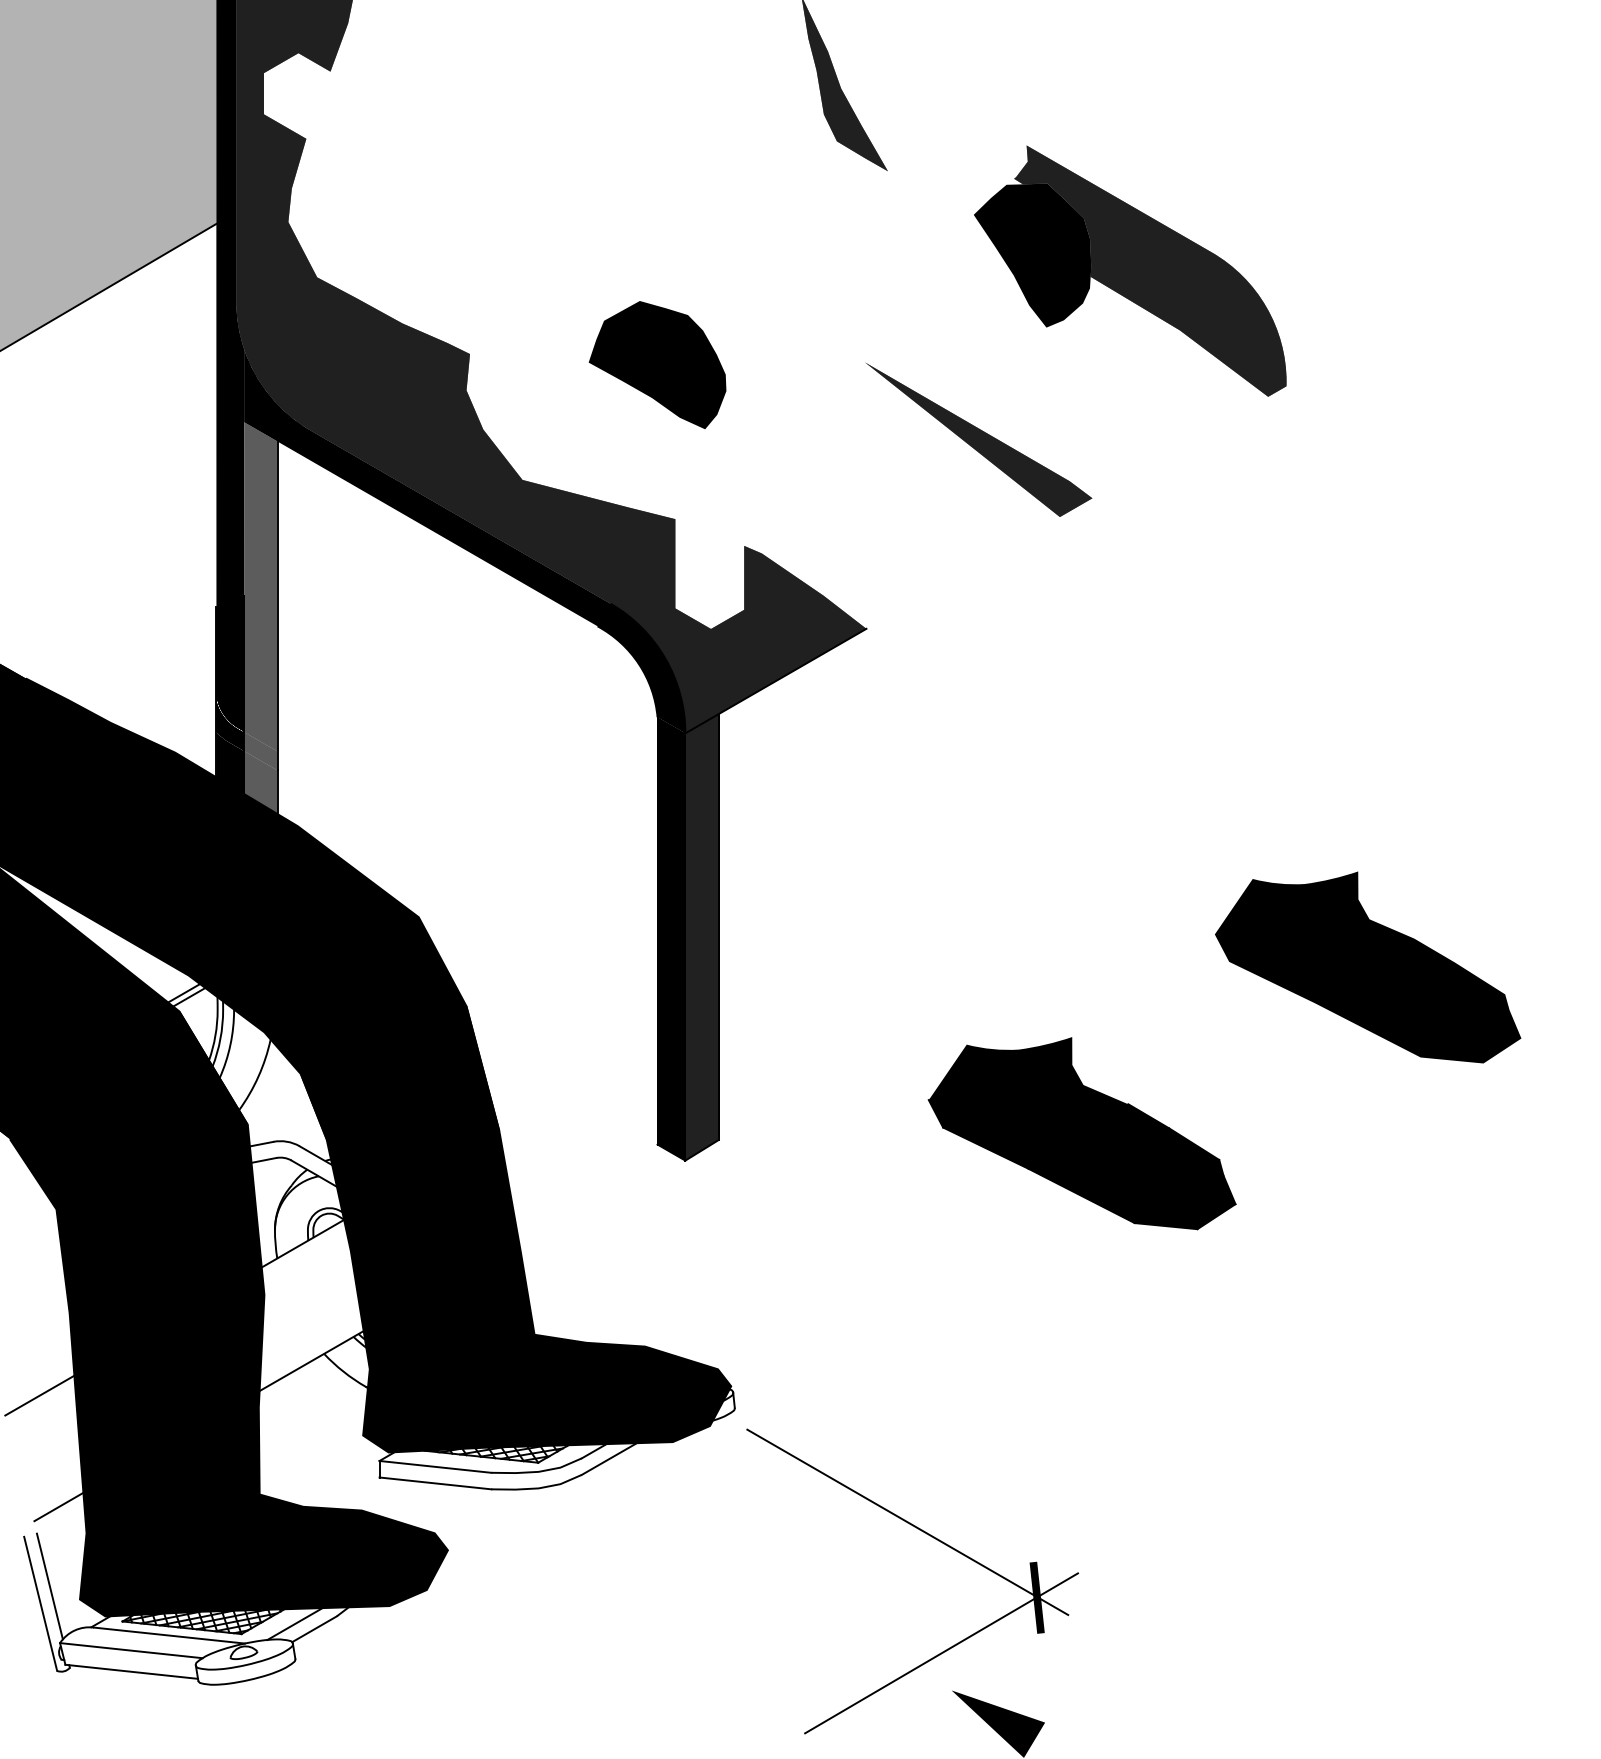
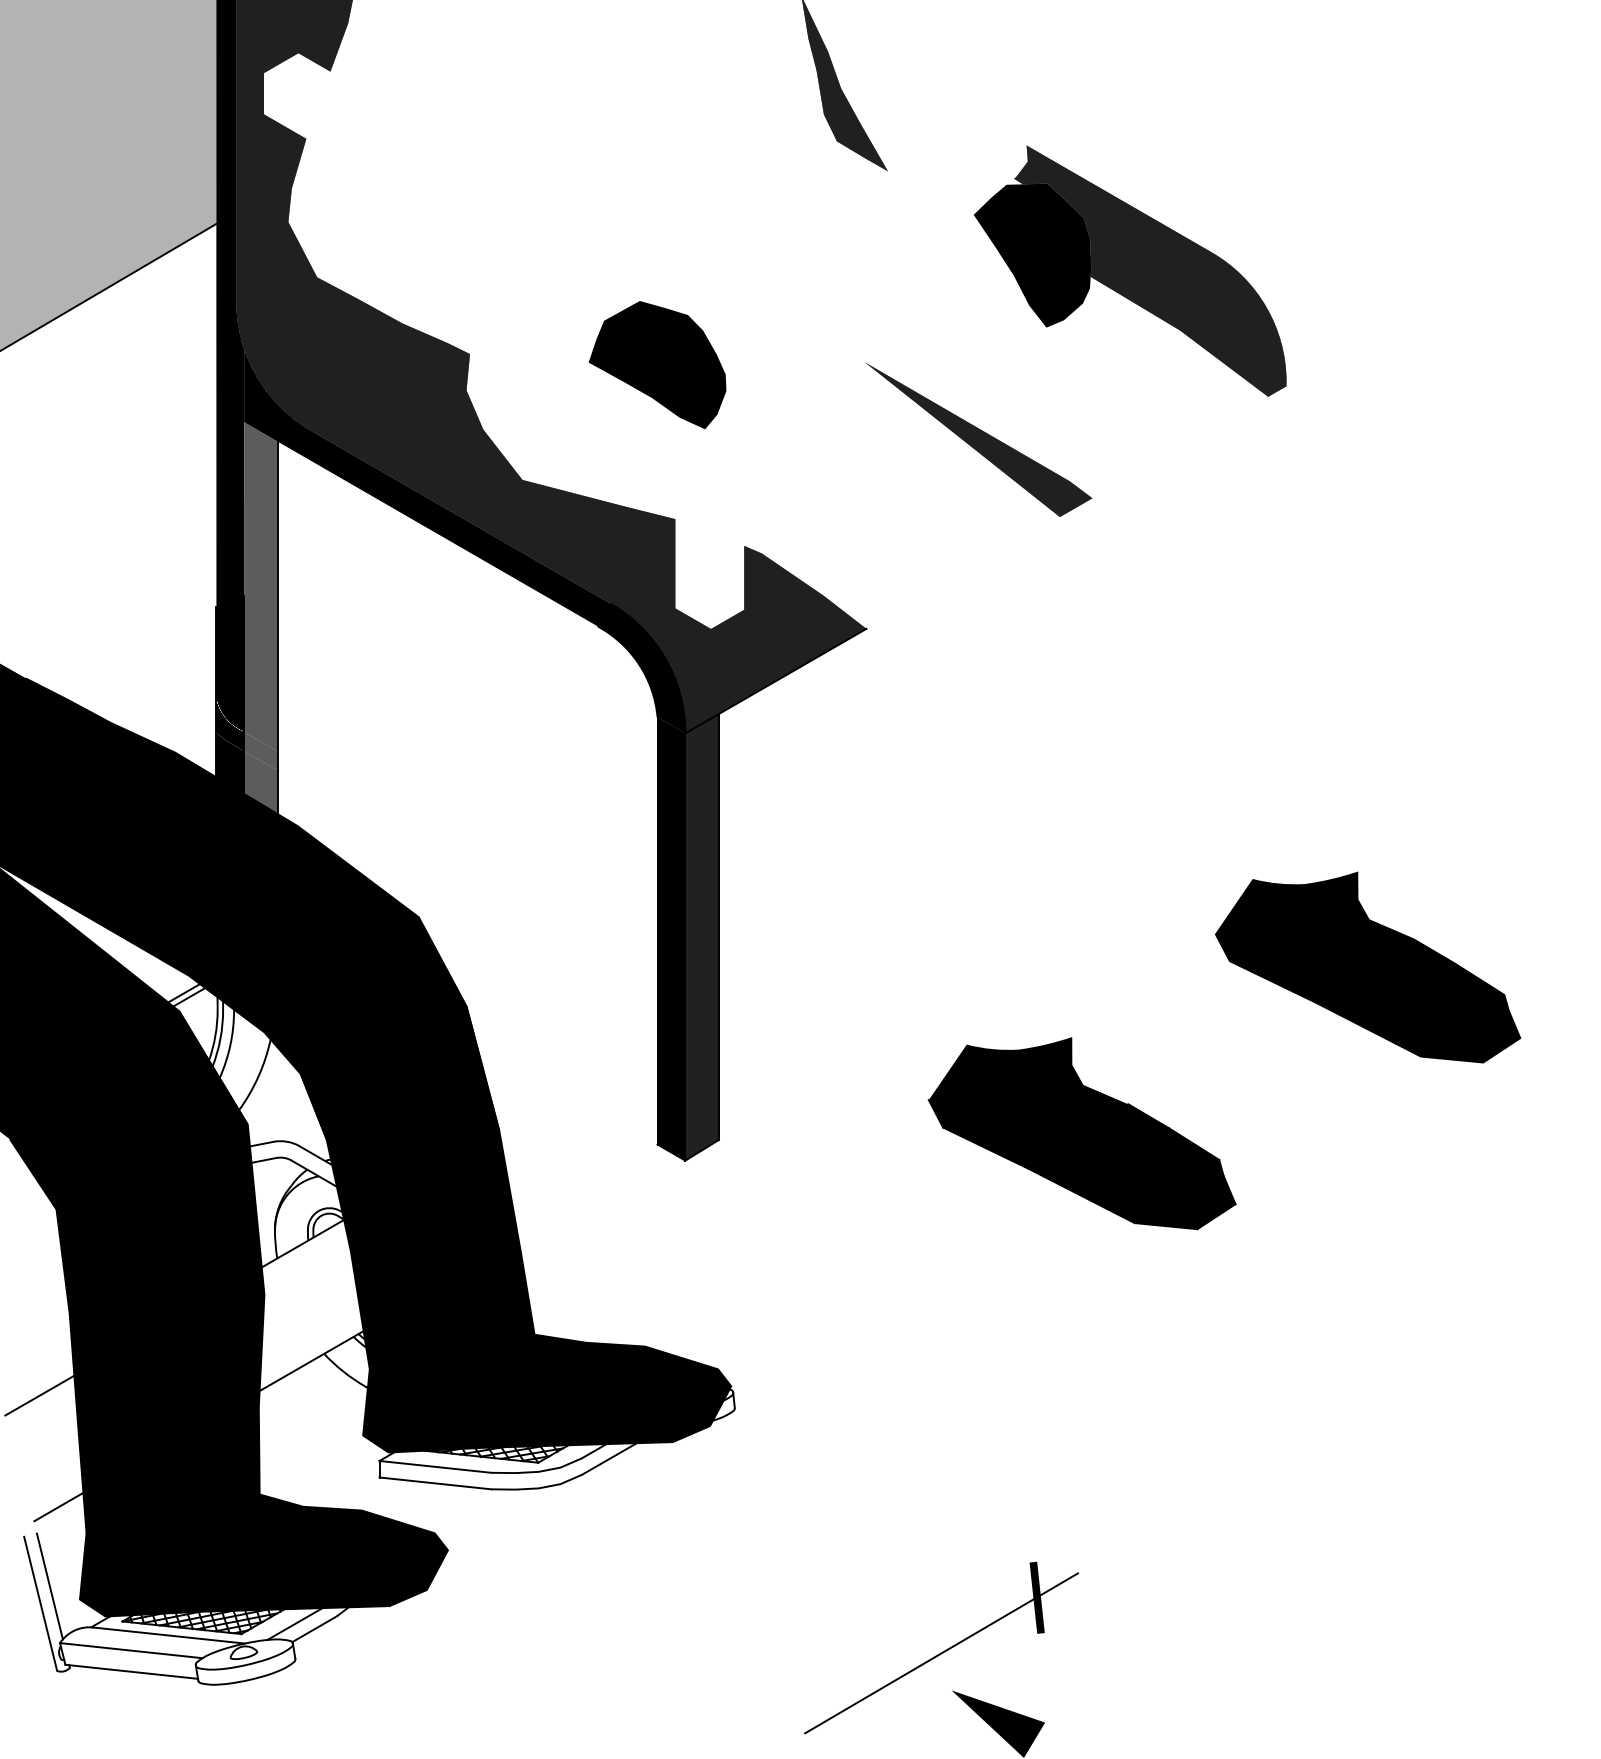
line at (907, 1522): present -> none
